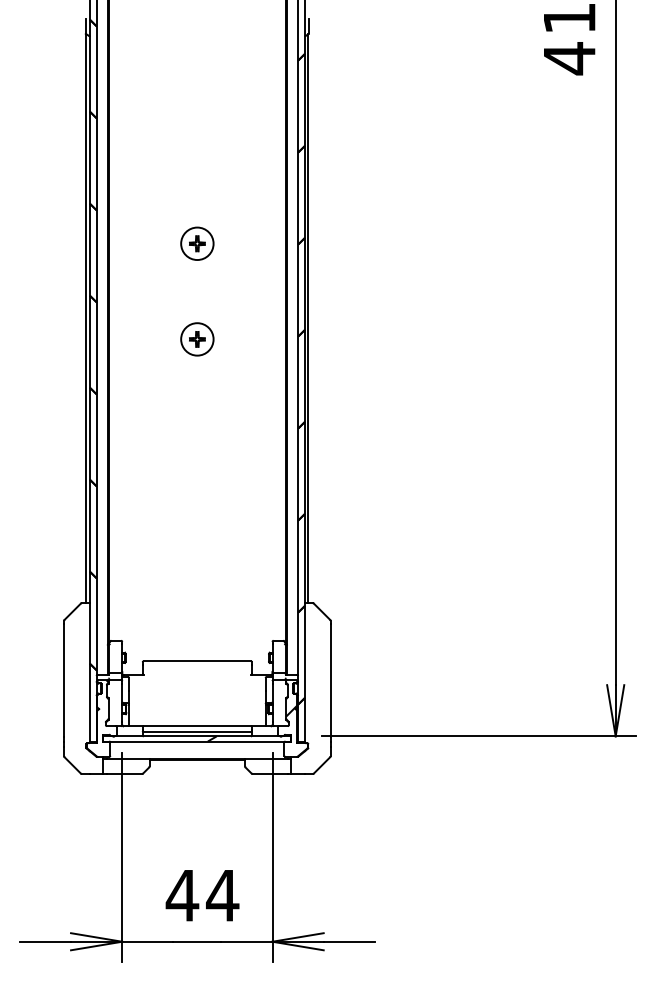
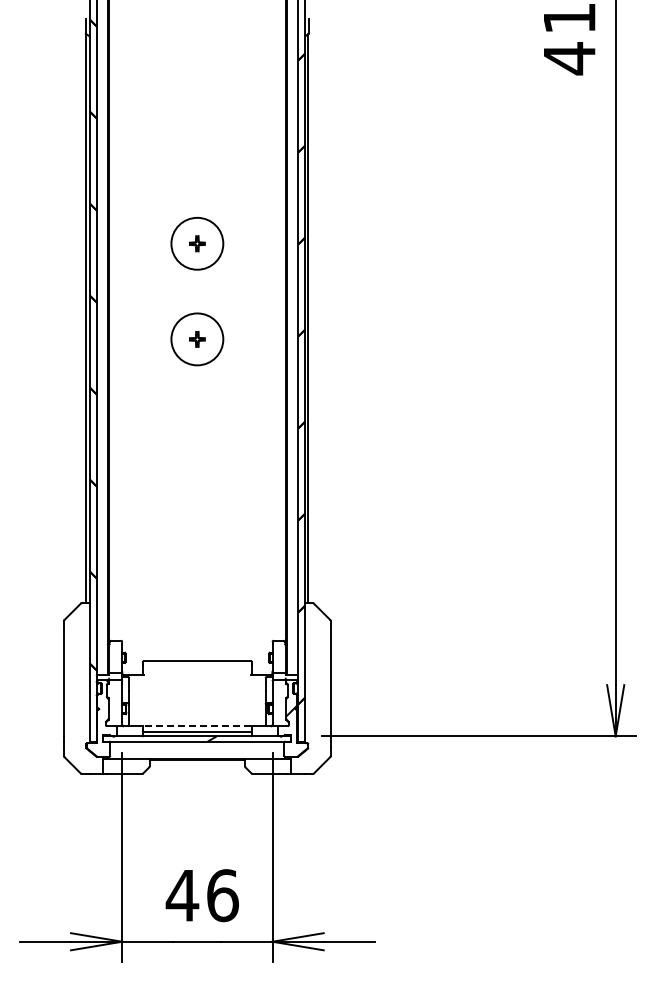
circle at (197, 243) diameter: 32 px -> 52 px
circle at (197, 339) diameter: 32 px -> 52 px
line at (197, 726): solid -> dashed
text at (222, 895): 44 -> 46
